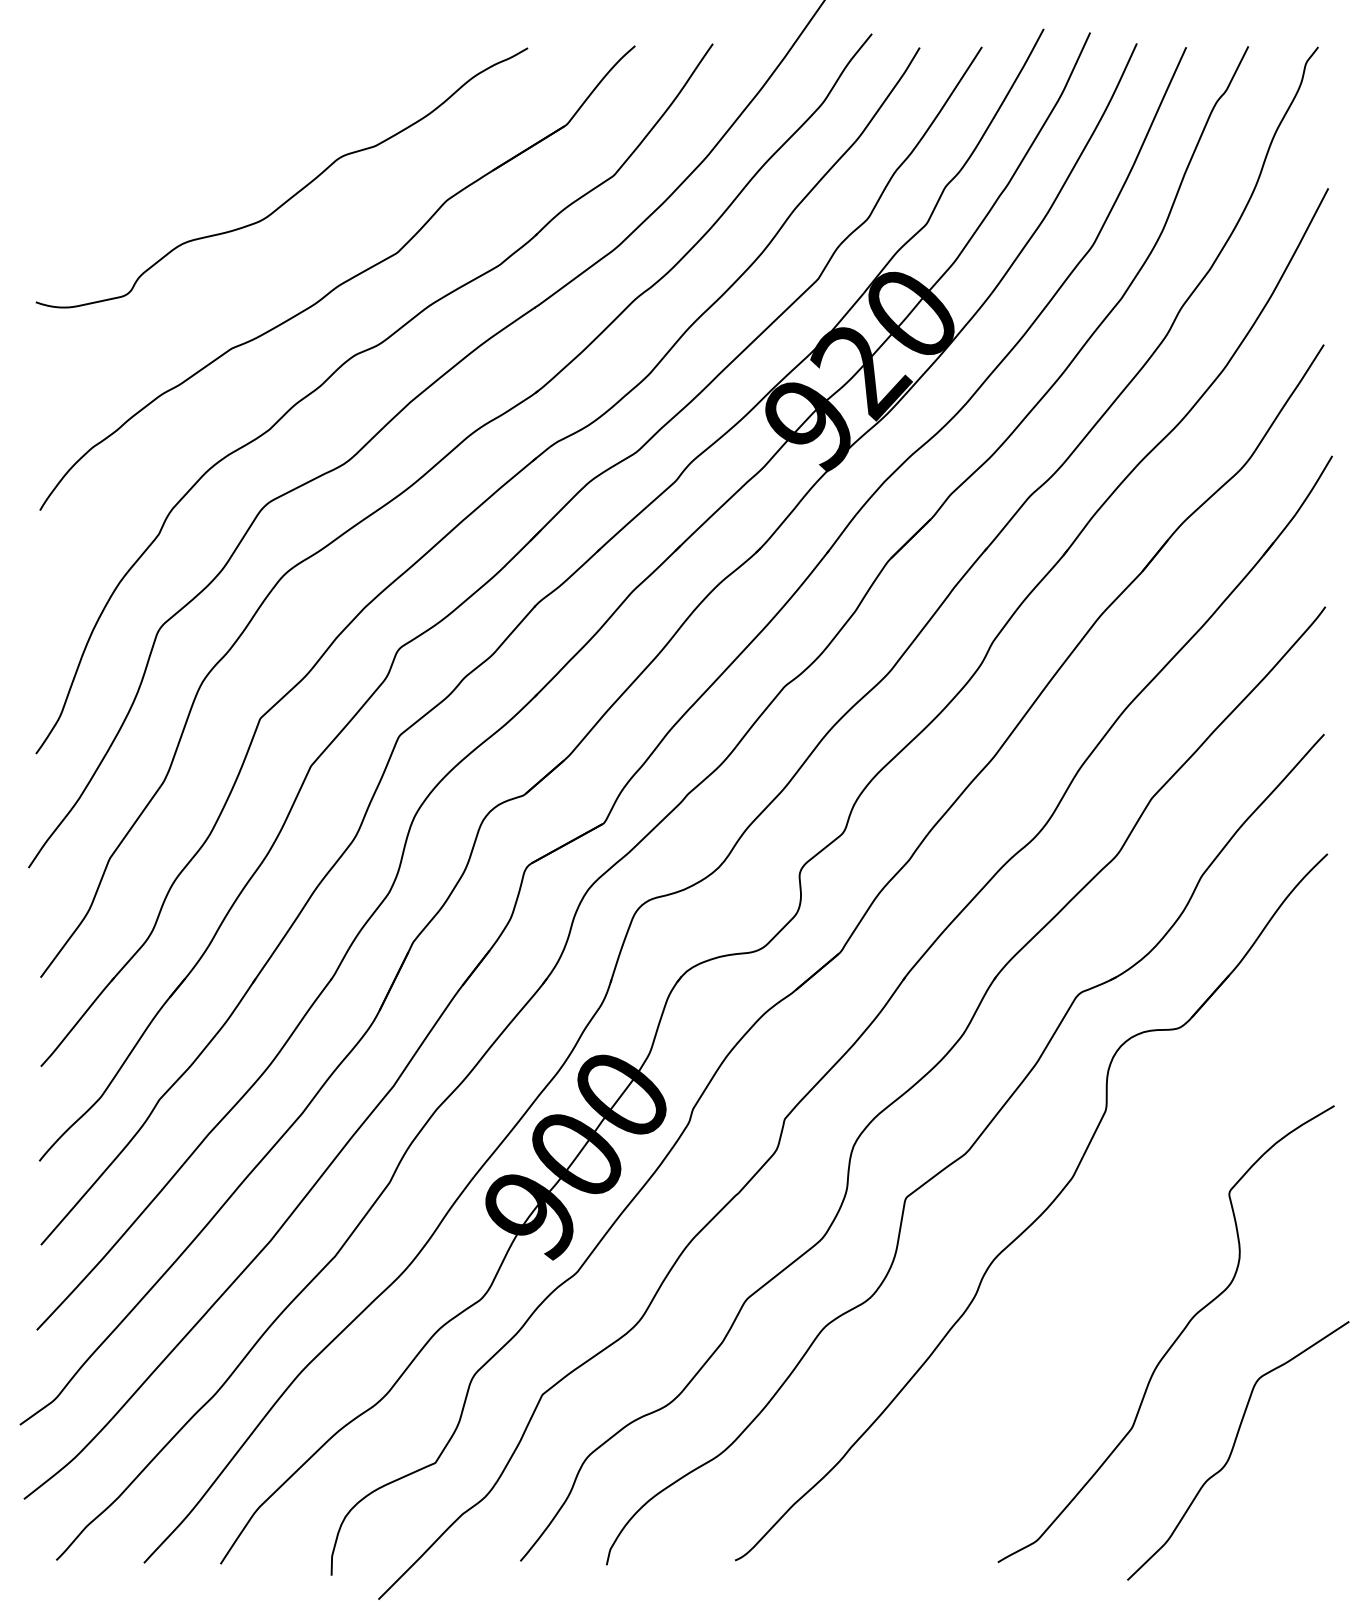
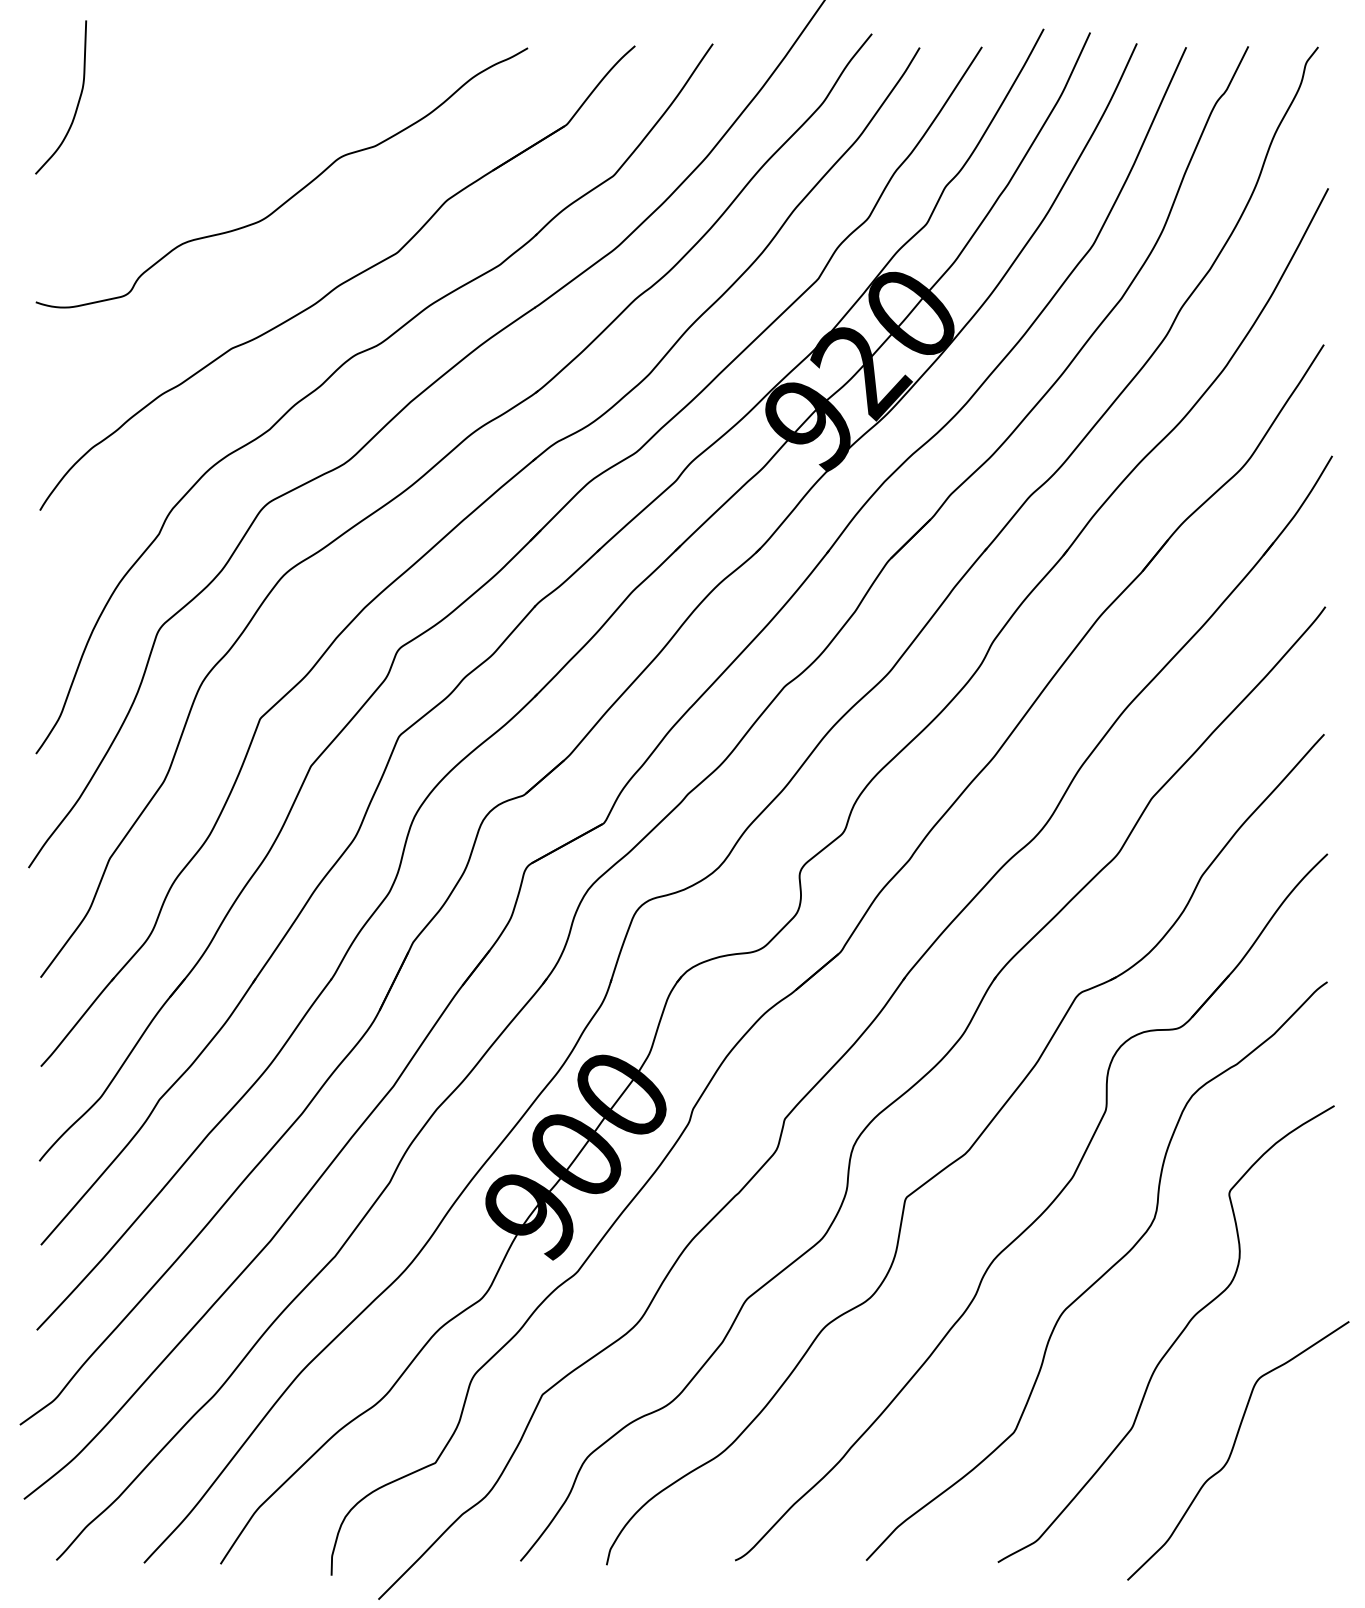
curve at (77, 102): none -> present
curve at (1101, 1275): none -> present
